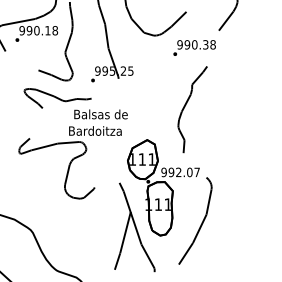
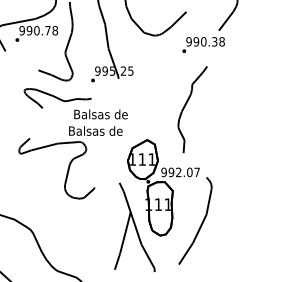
text at (47, 30): 990.18 -> 990.78
text at (194, 47) position: (194, 47) -> (203, 44)
text at (103, 130): Bardoitza -> Balsas de
